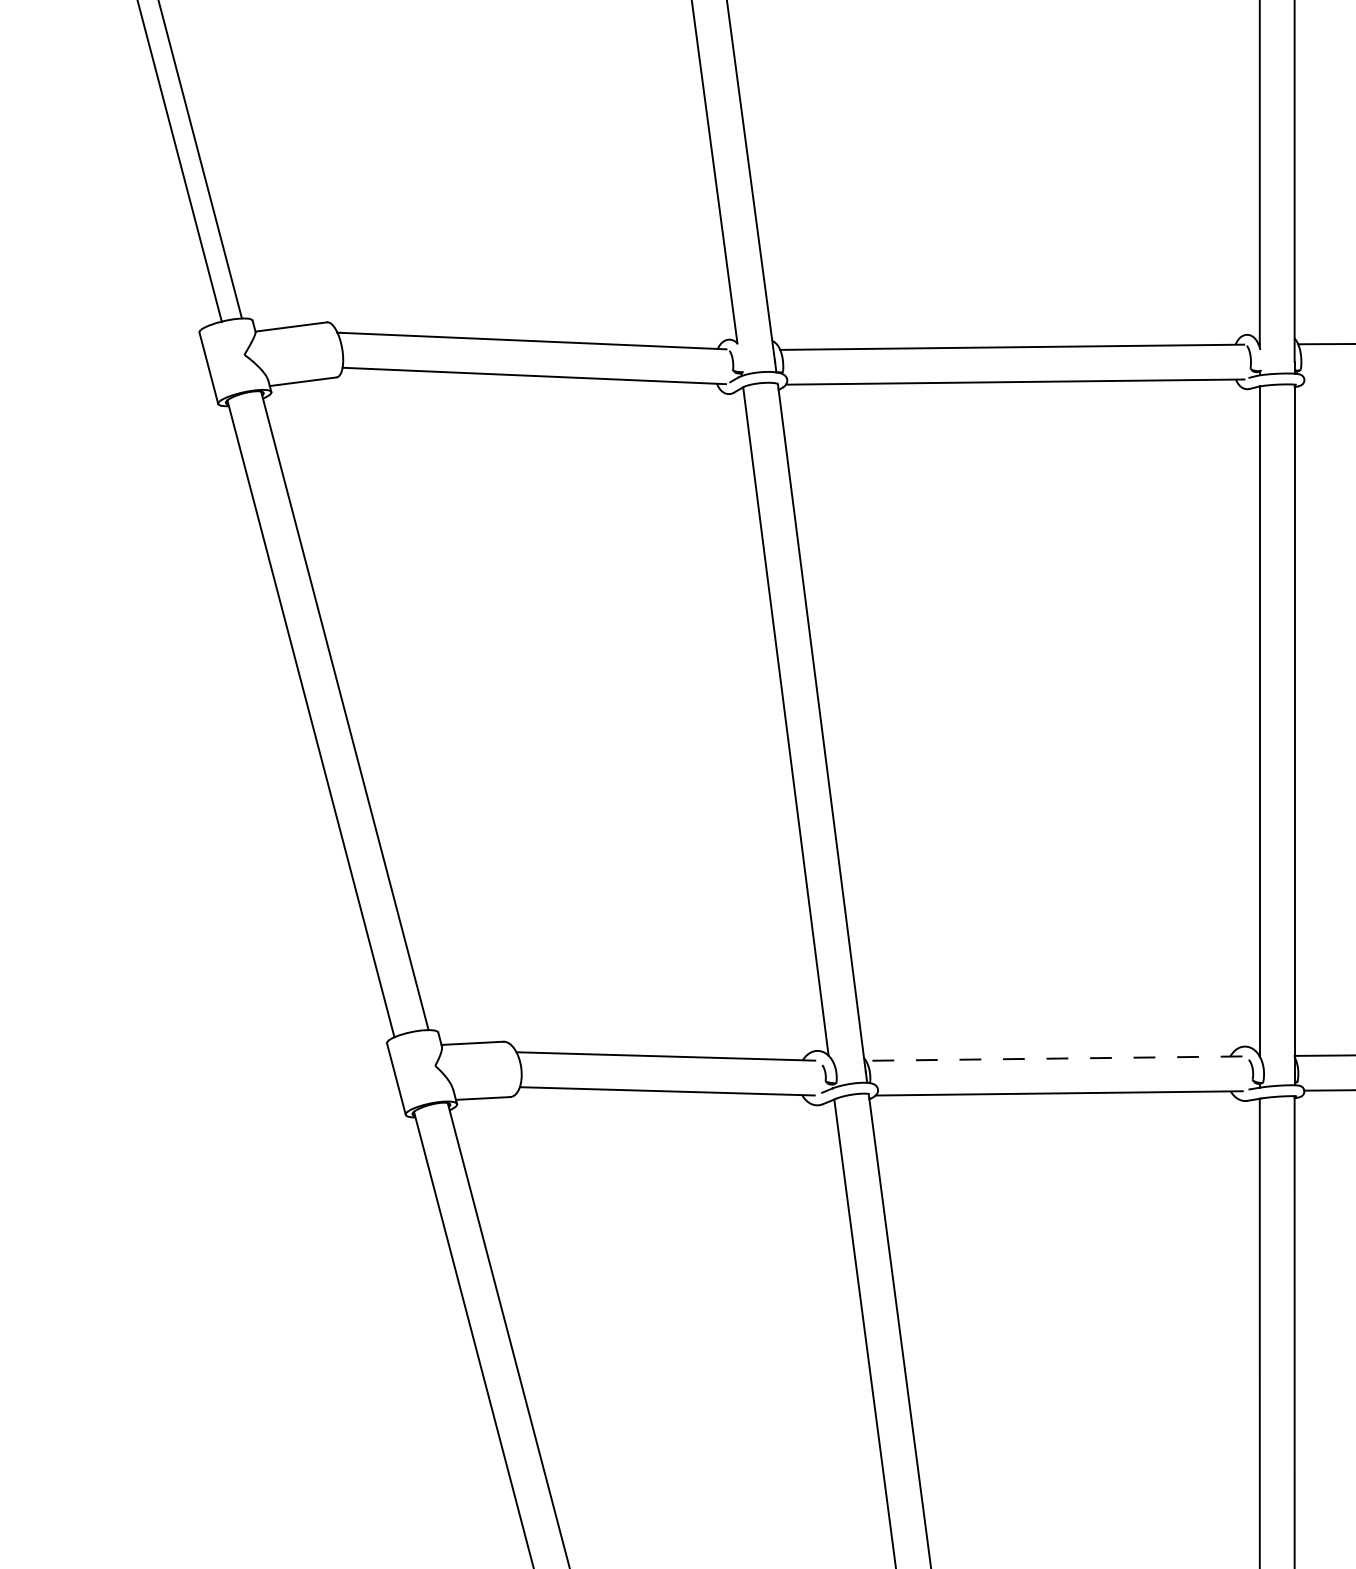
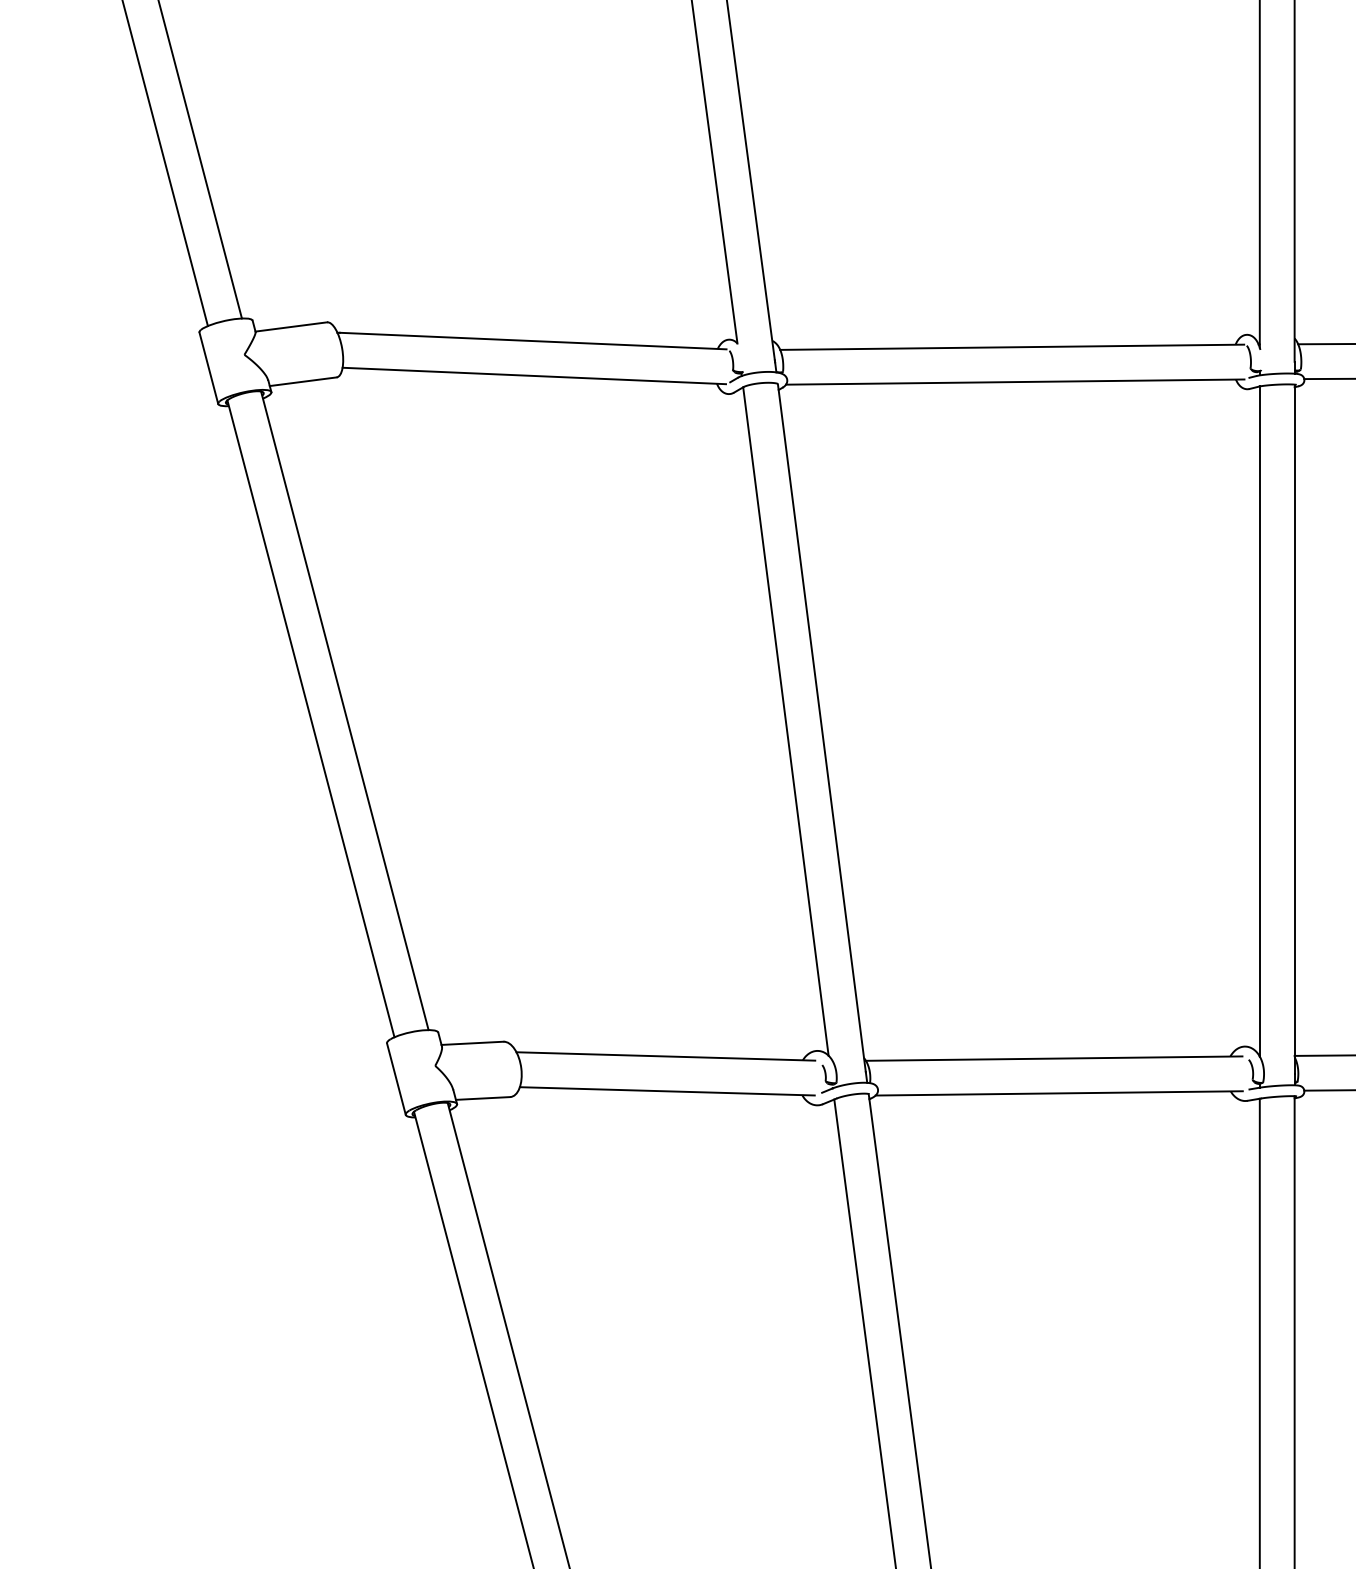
line at (179, 162) position: (179, 162) -> (165, 164)
line at (1328, 378): none -> present
line at (1053, 1058): dashed -> solid
